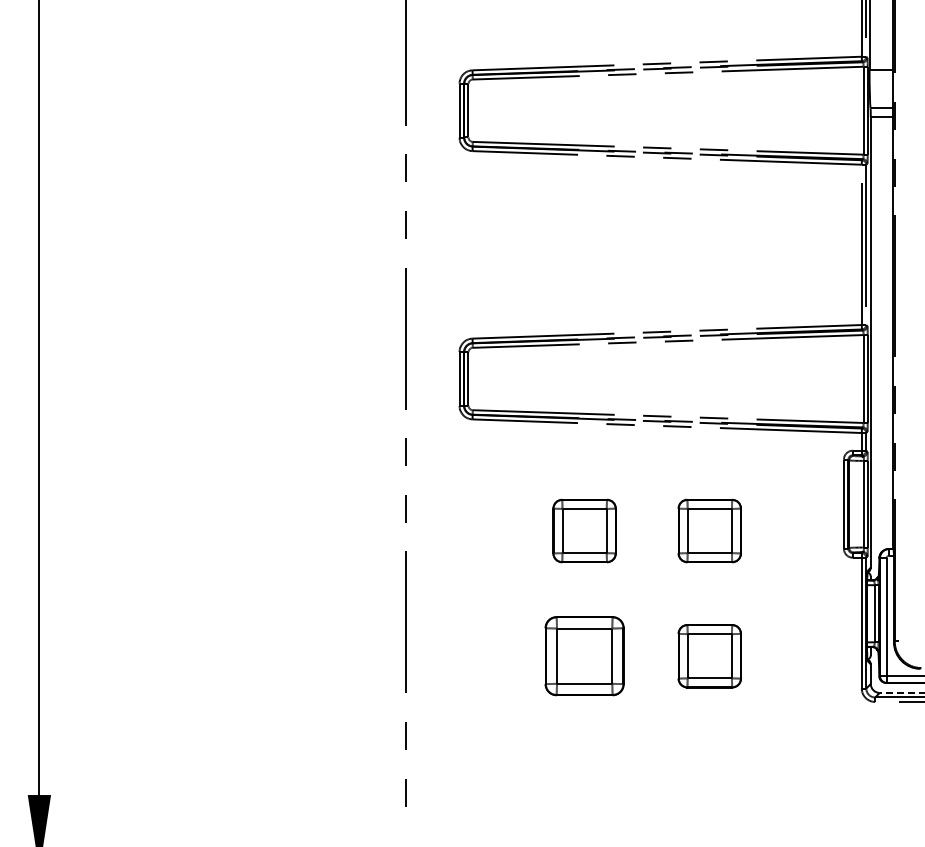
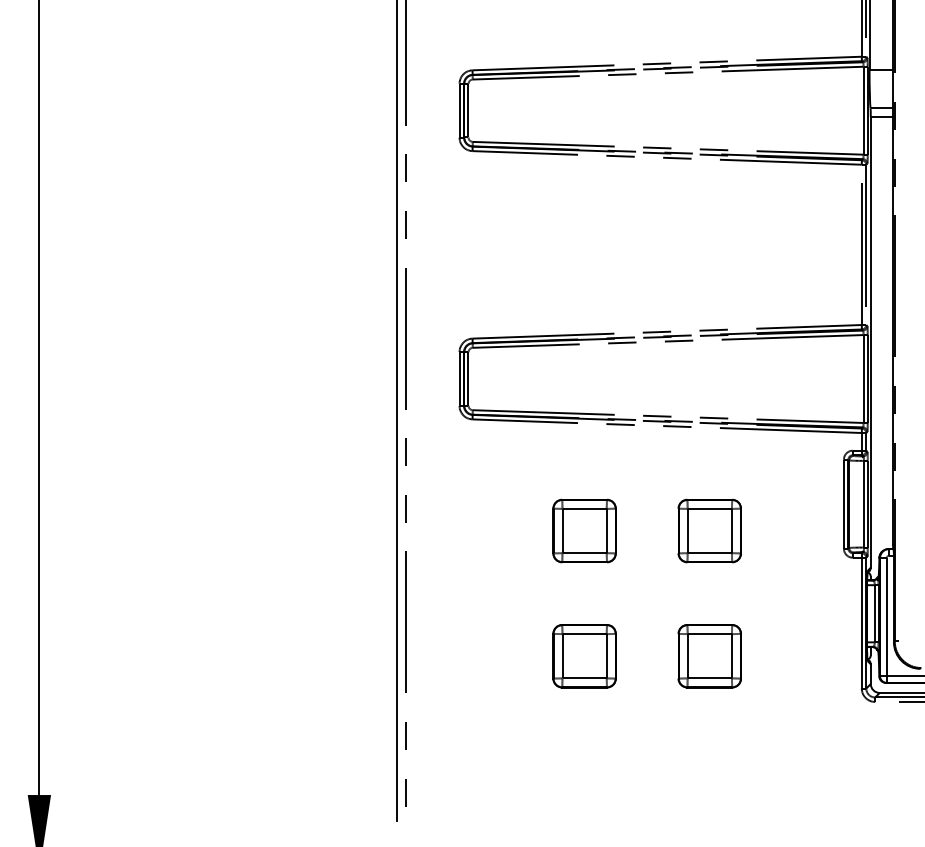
line at (397, 411): none -> present
part at (584, 656) size: 81x81 px -> 65x65 px
line at (901, 692): dashed -> solid
